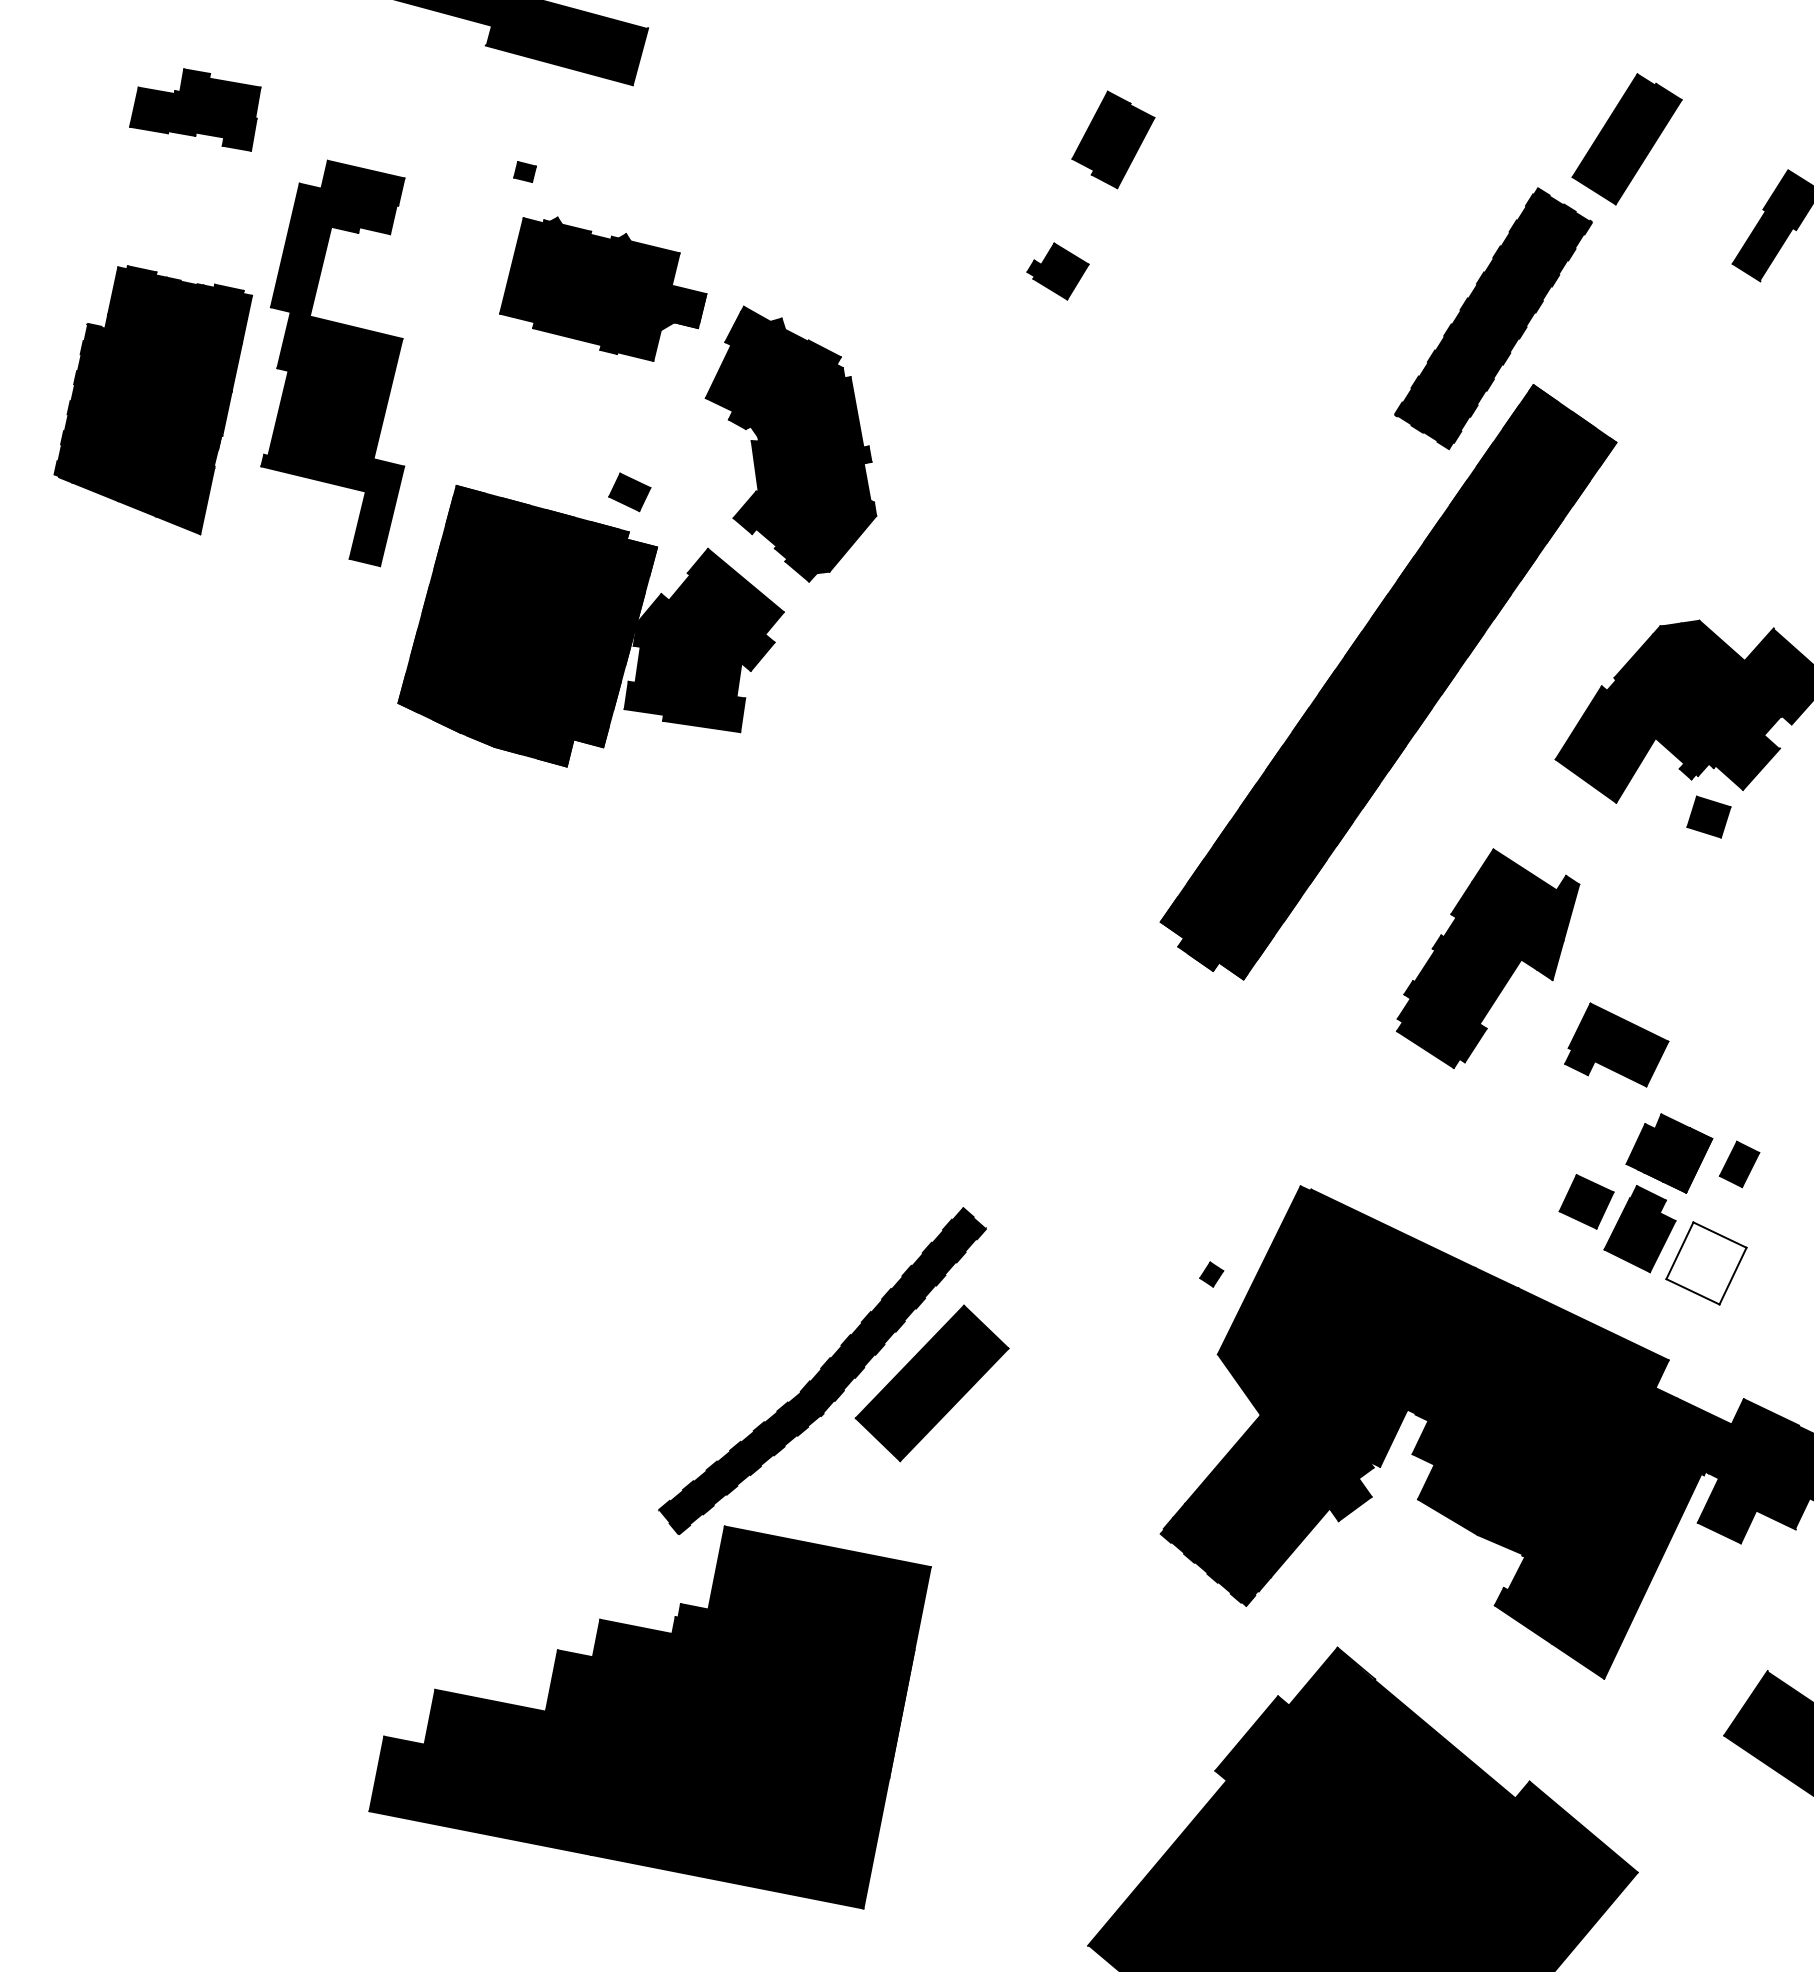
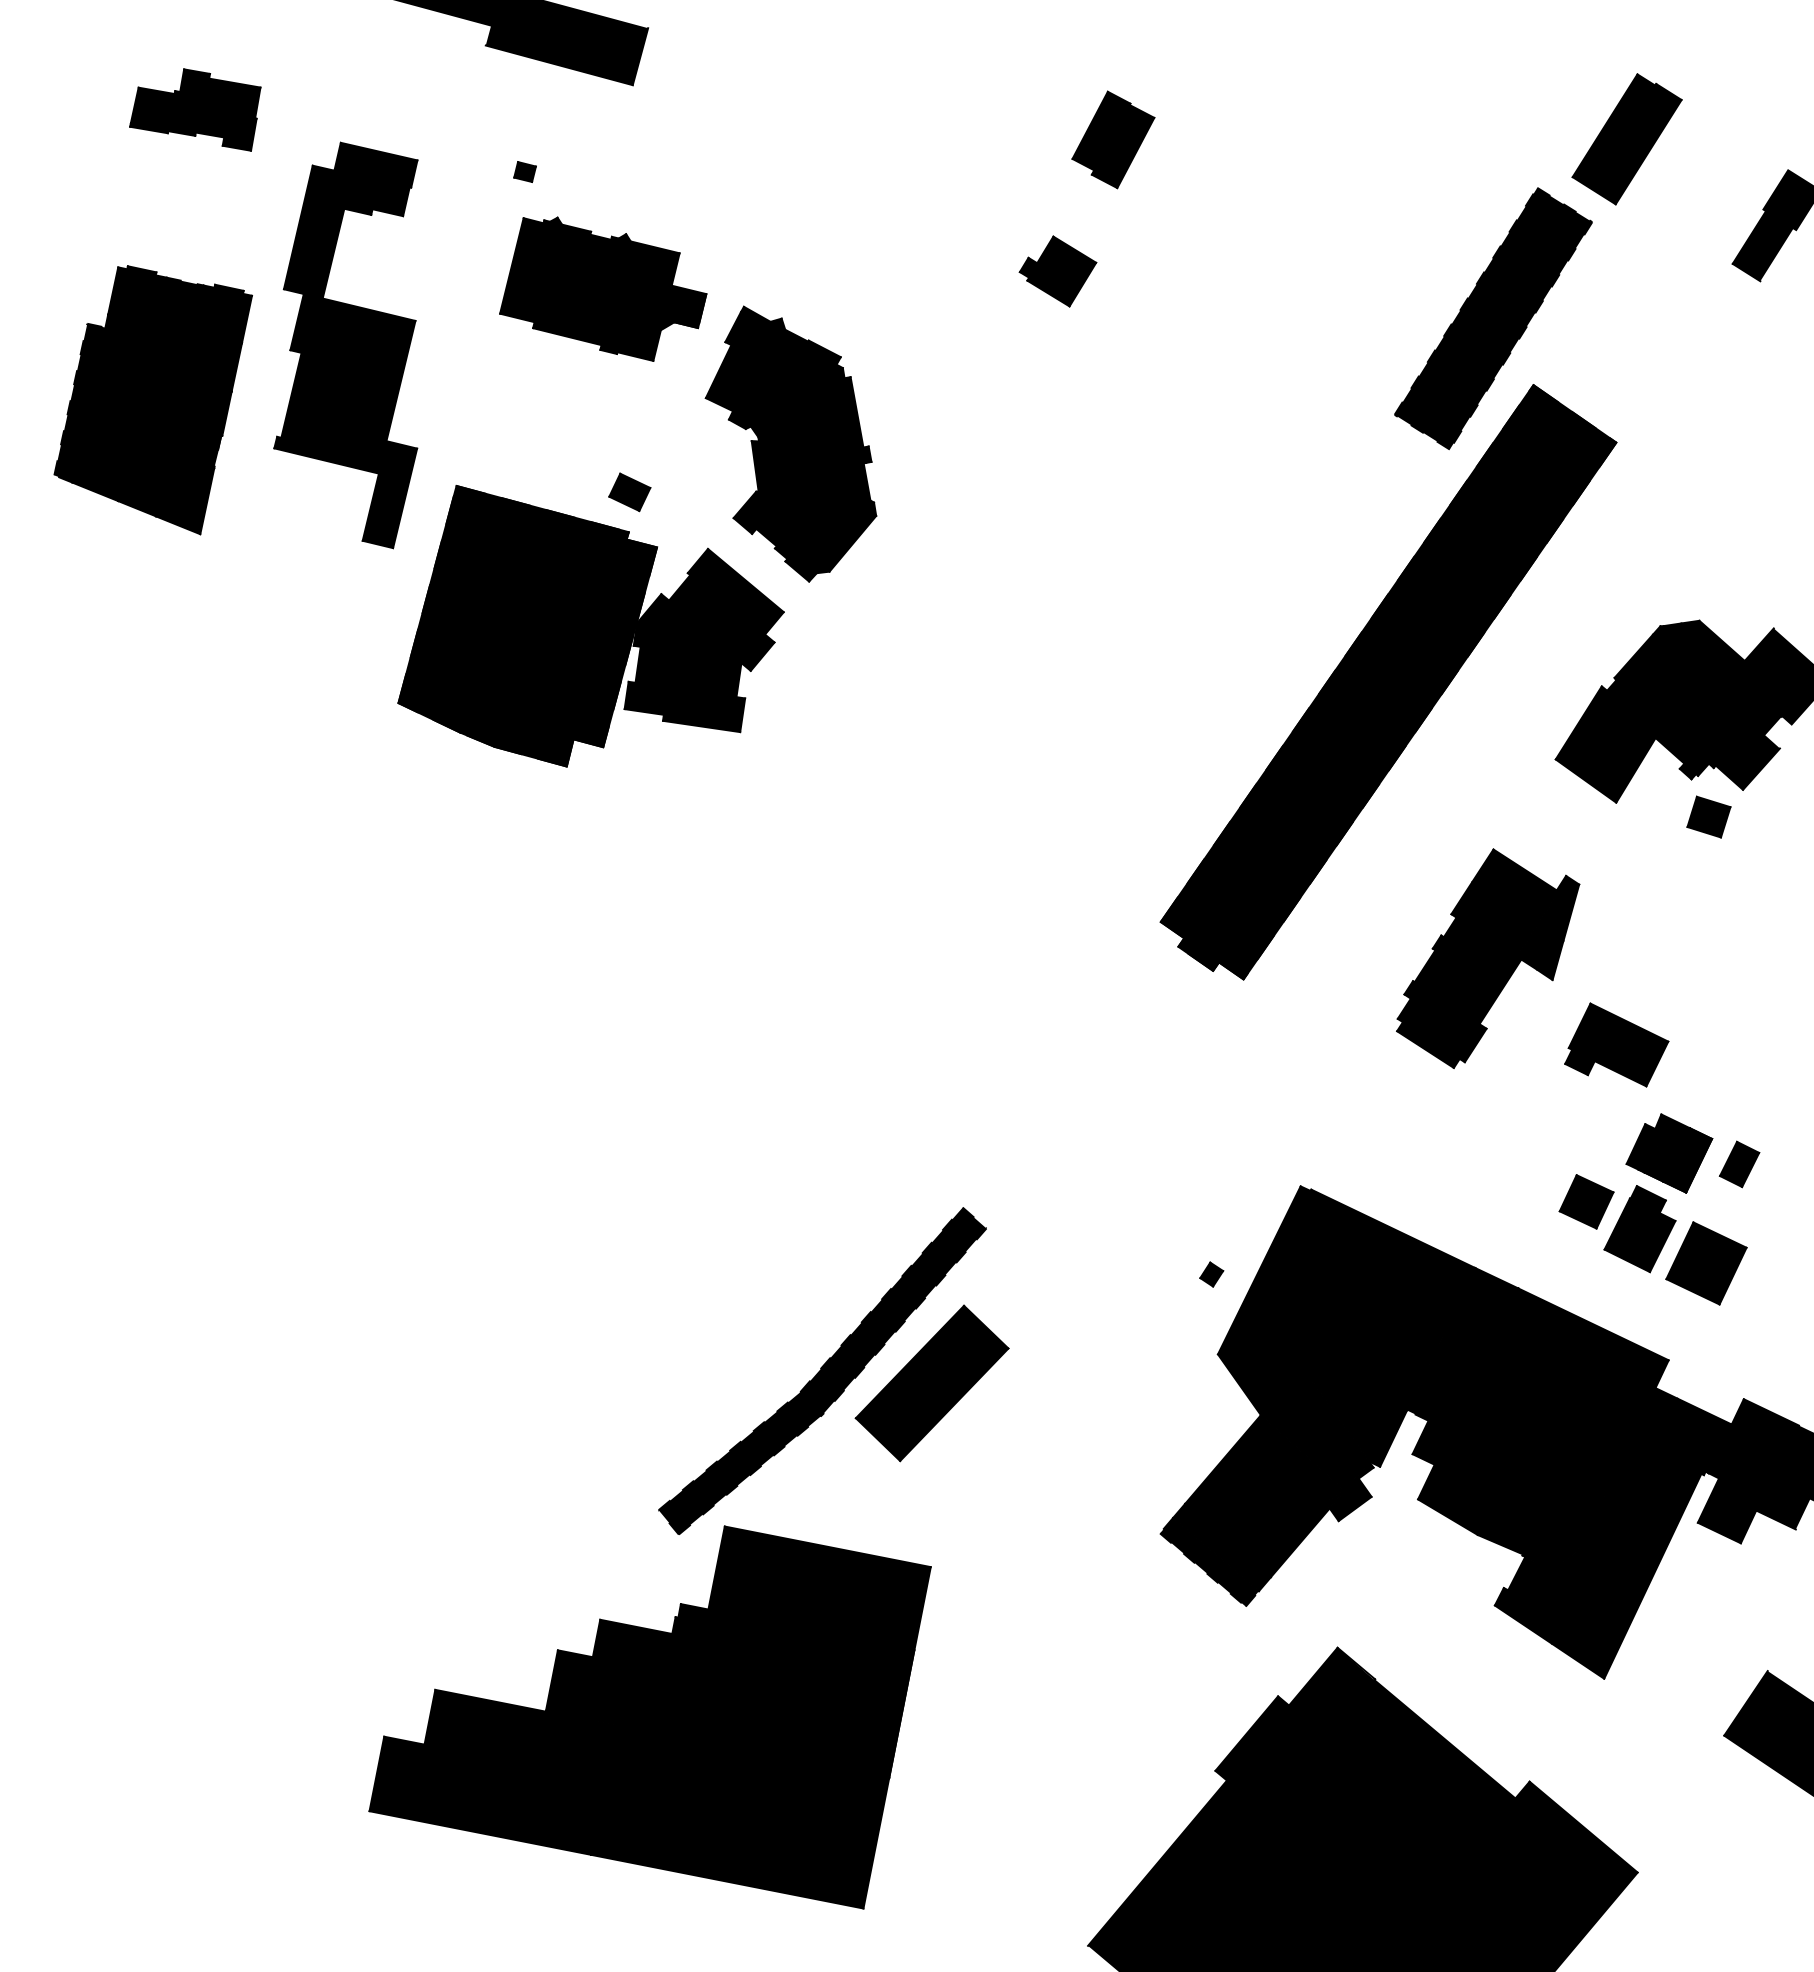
part at (1057, 271) size: 64x59 px -> 80x73 px
part at (332, 363) position: (332, 363) -> (345, 345)
fill at (1706, 1263): none -> present
